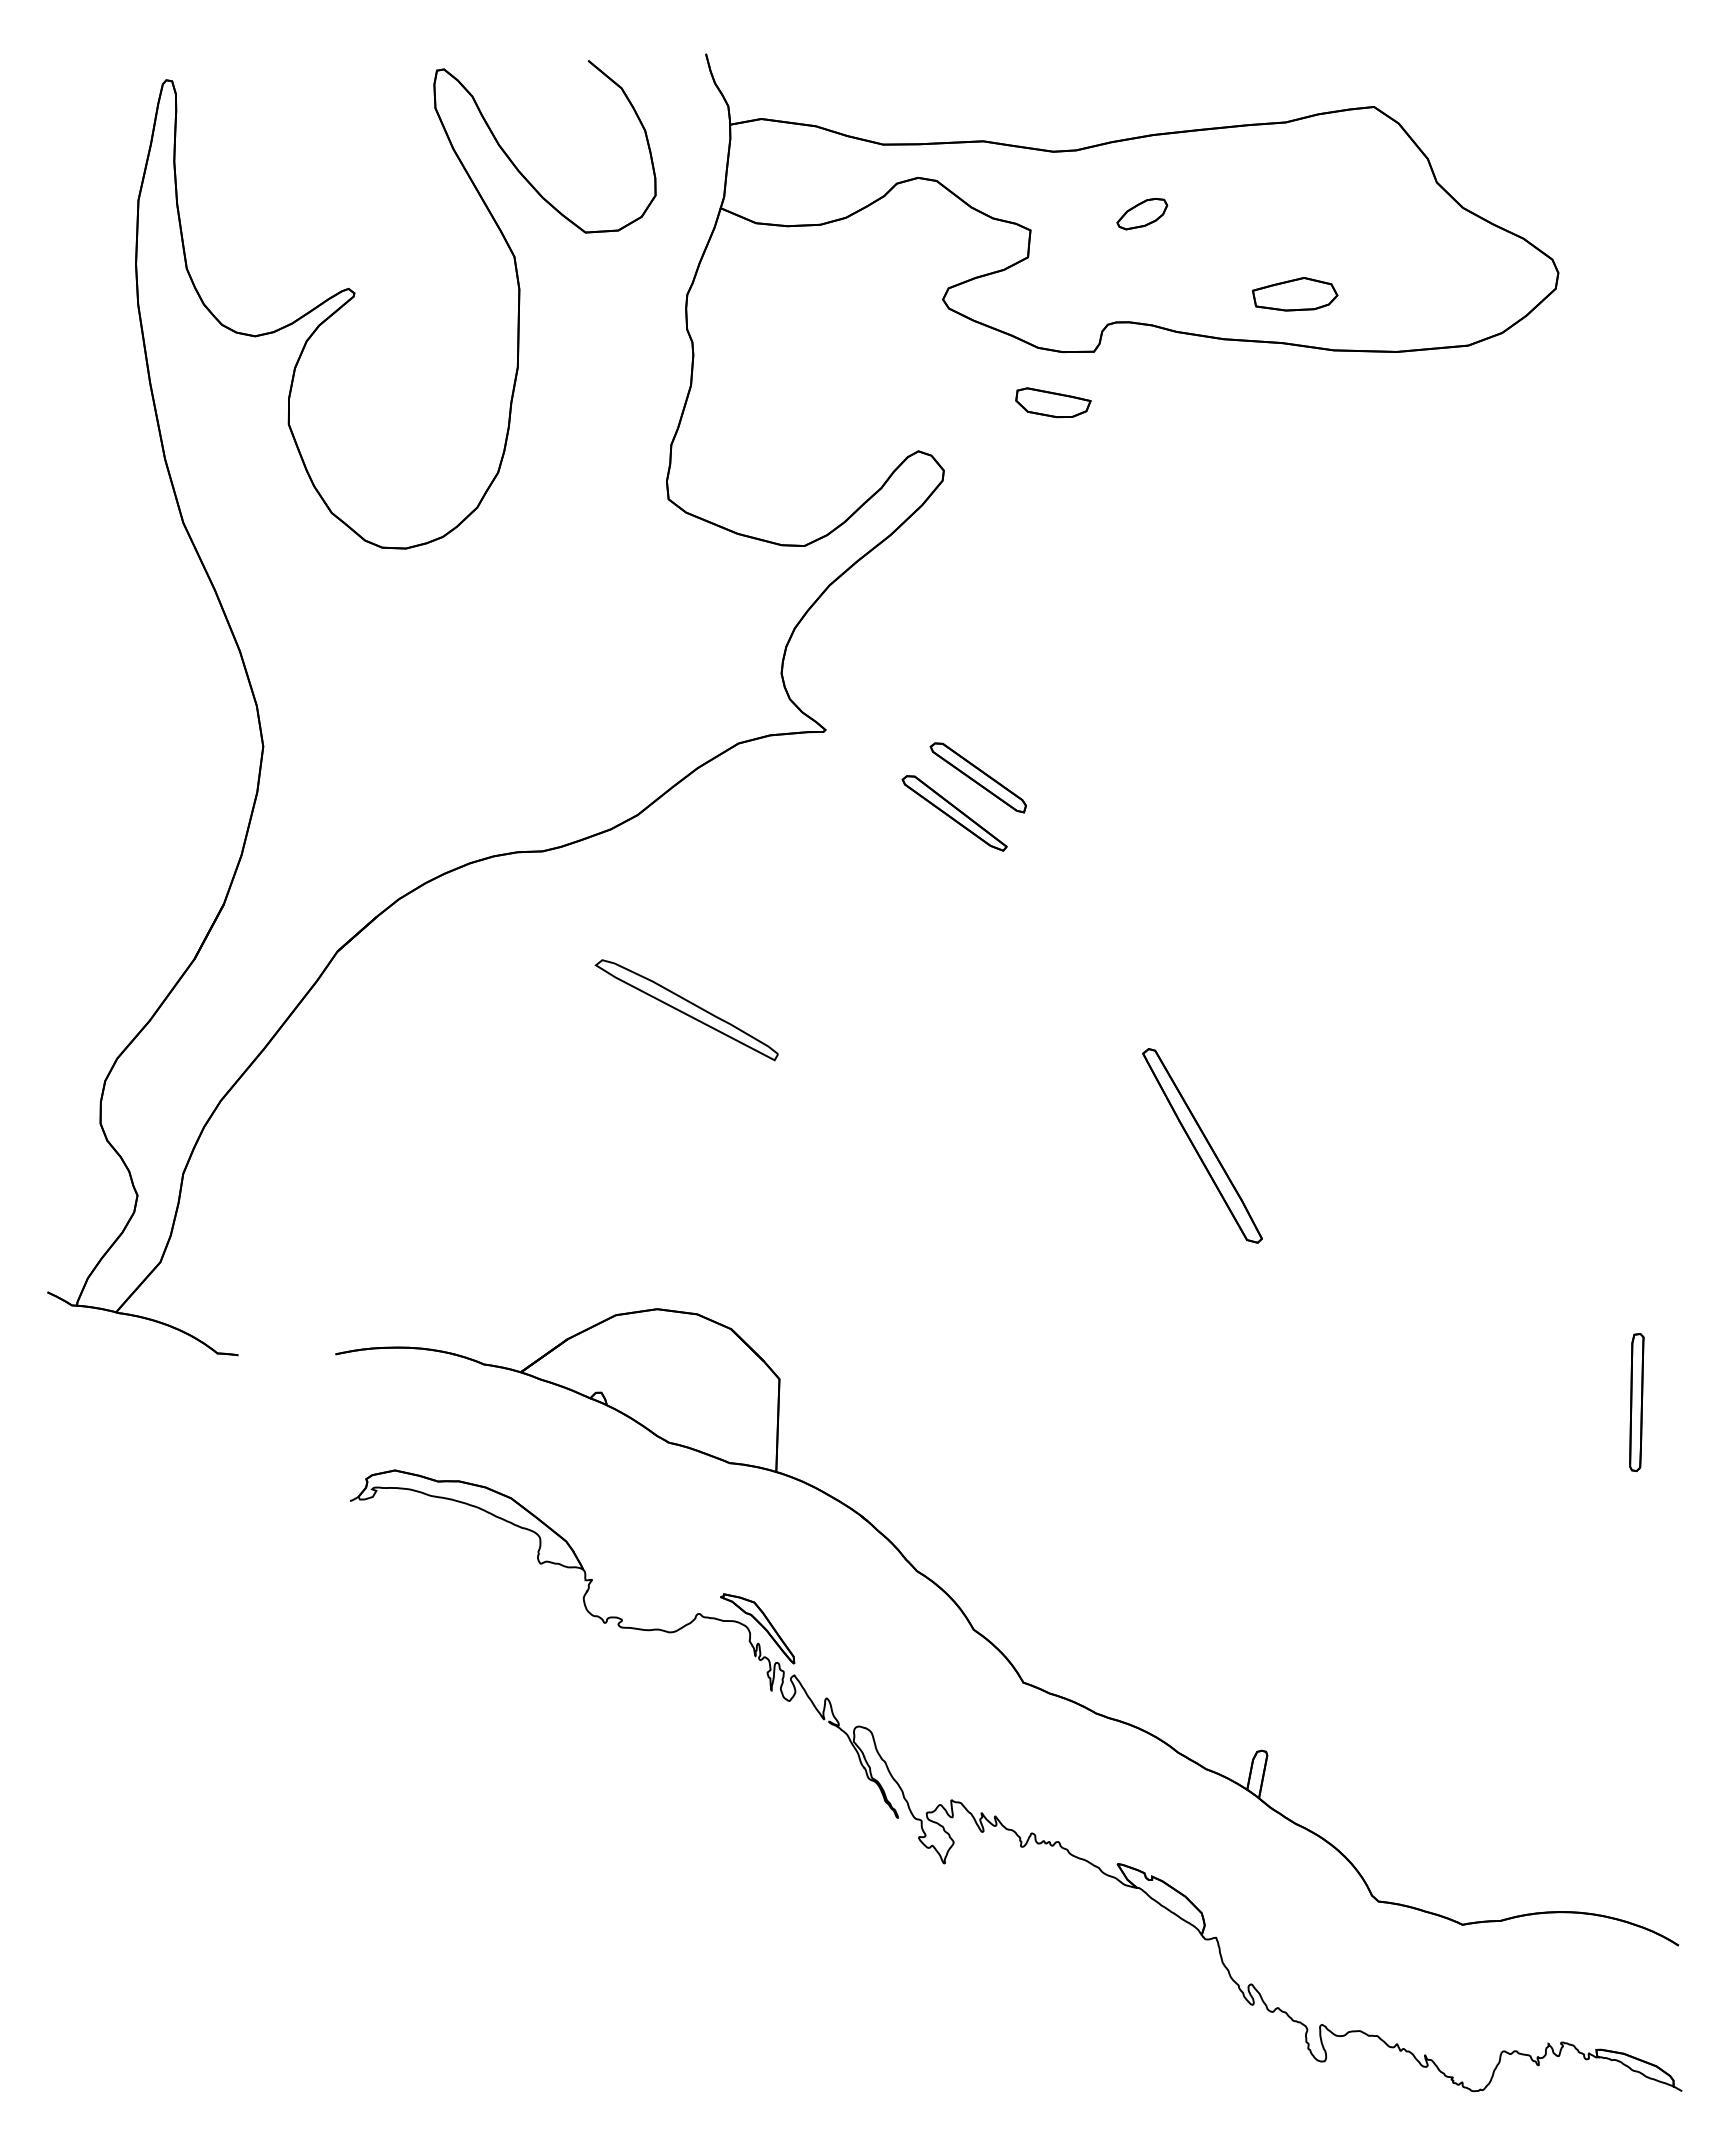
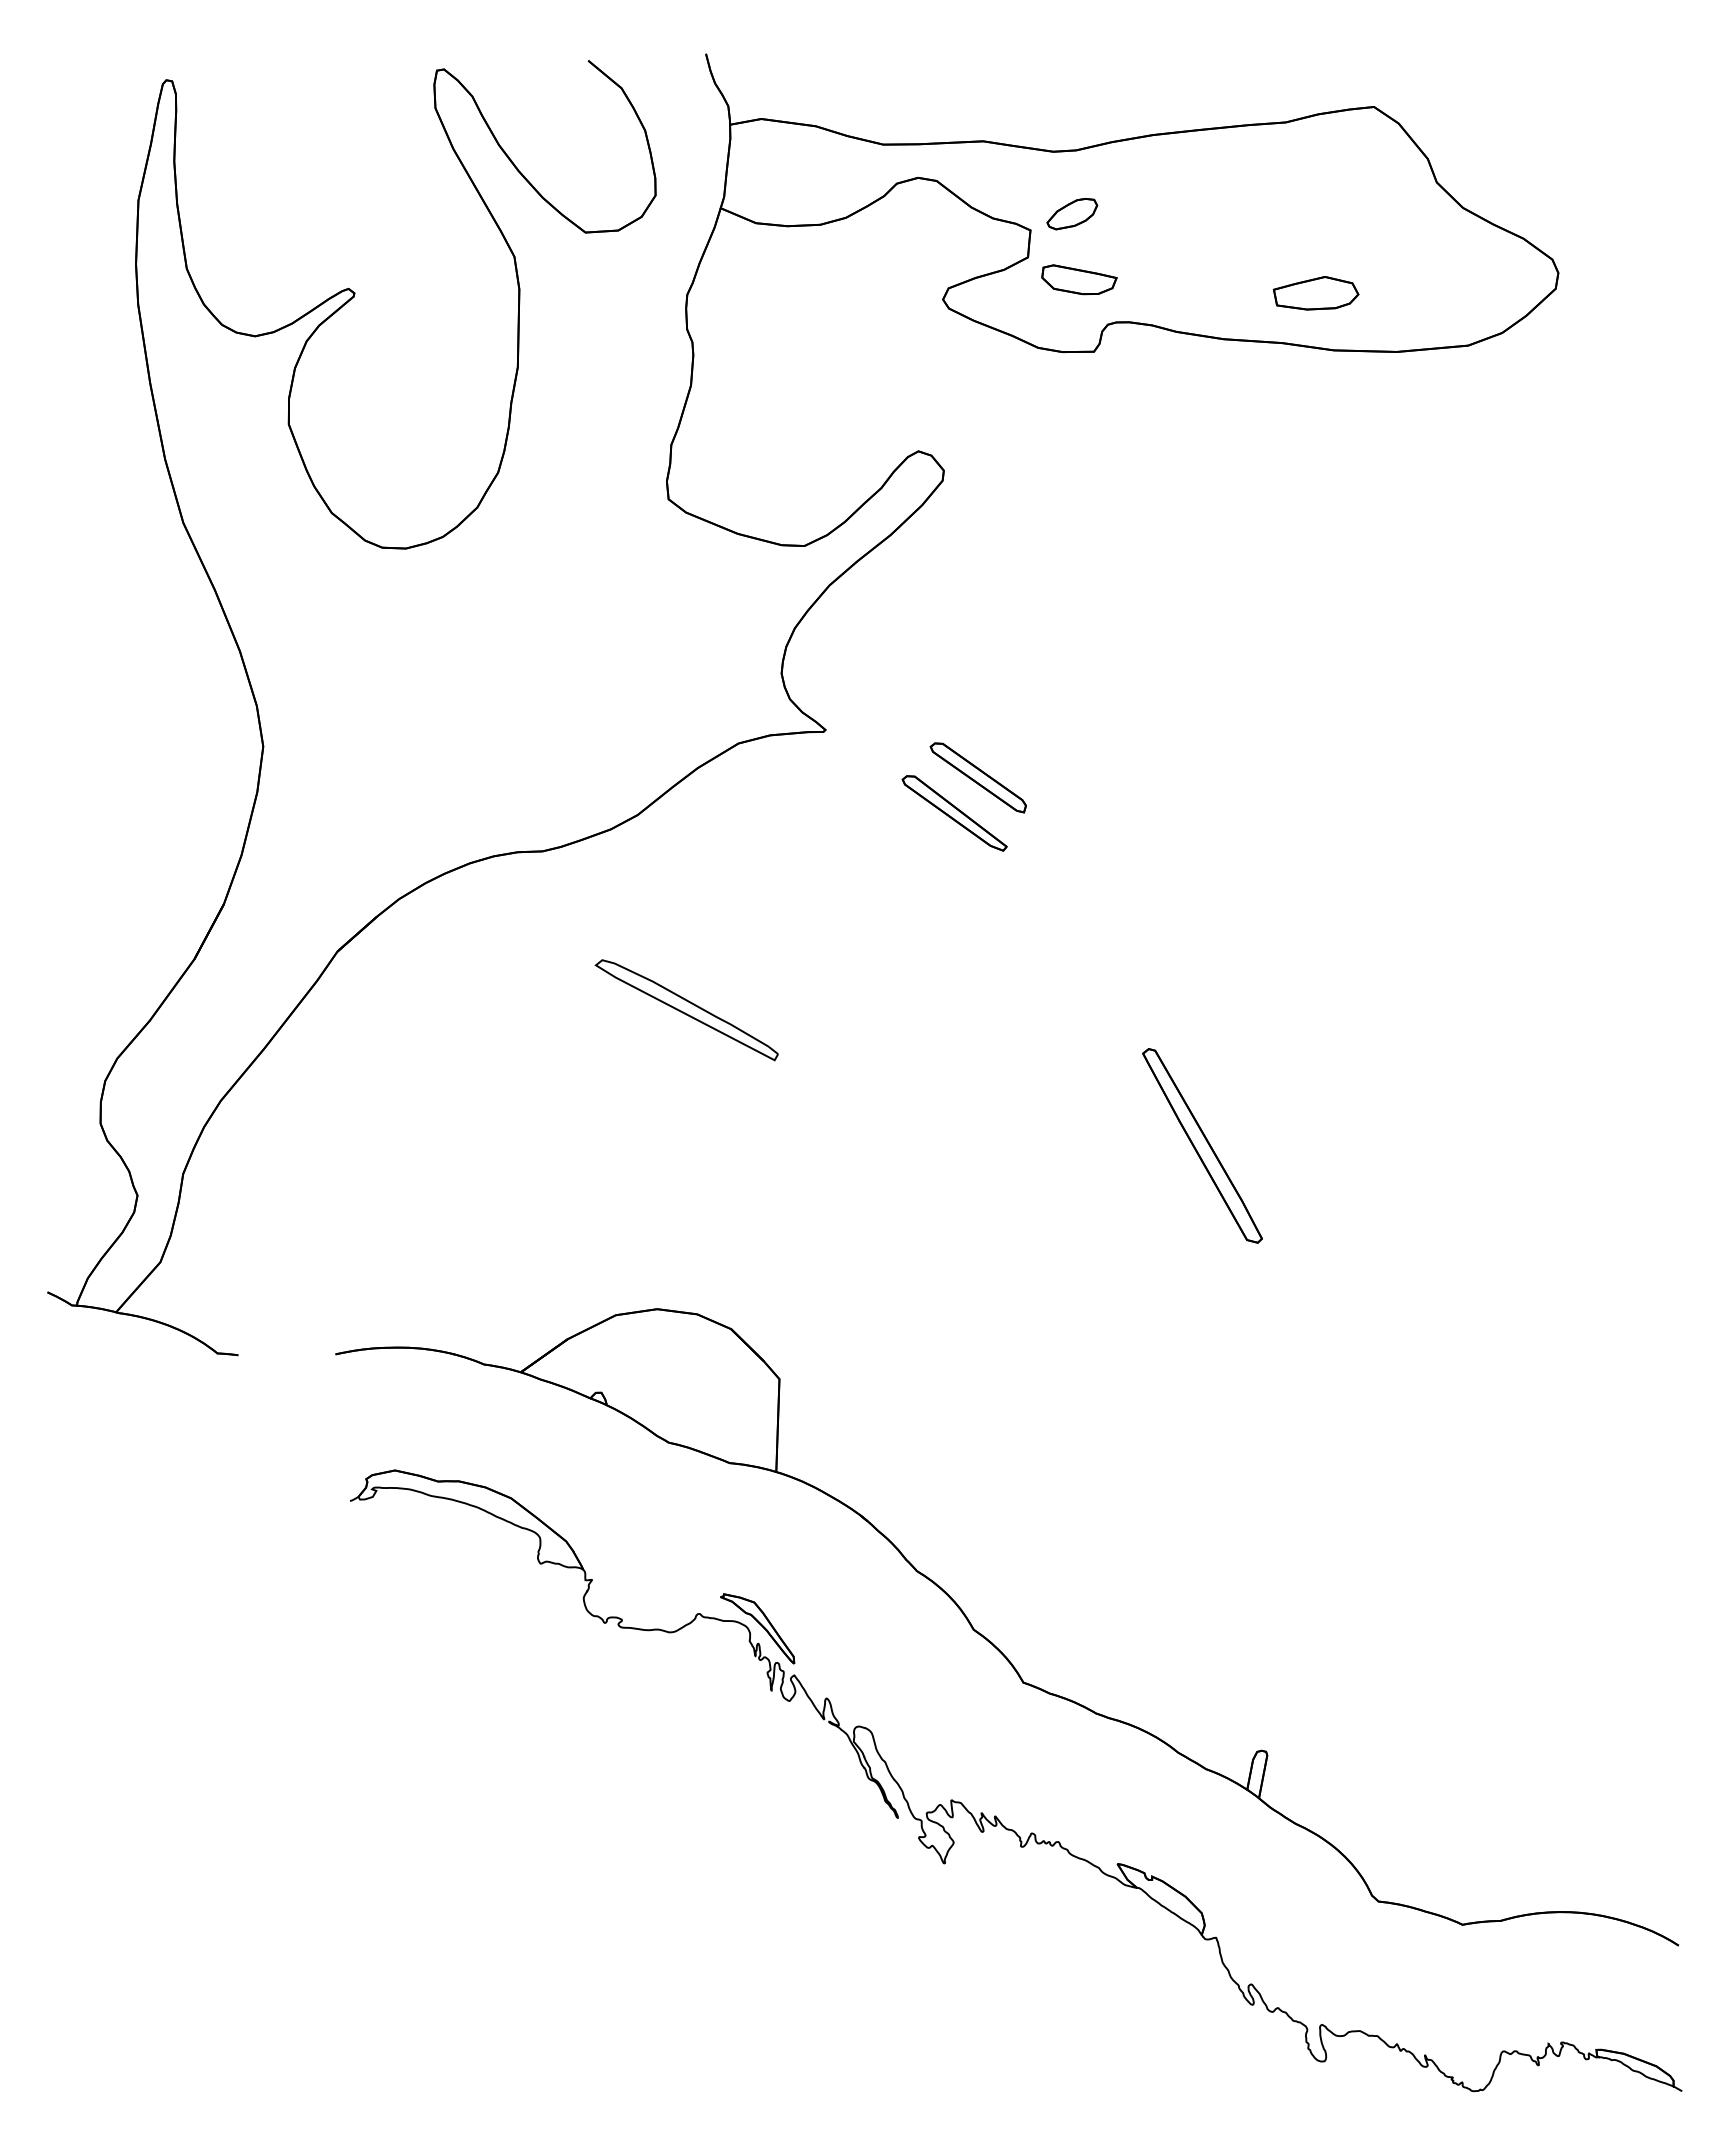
part at (1142, 214) position: (1142, 214) -> (1072, 214)
part at (1295, 294) position: (1295, 294) -> (1316, 293)
part at (1053, 402) position: (1053, 402) -> (1079, 279)
part at (1636, 1402): present -> none
